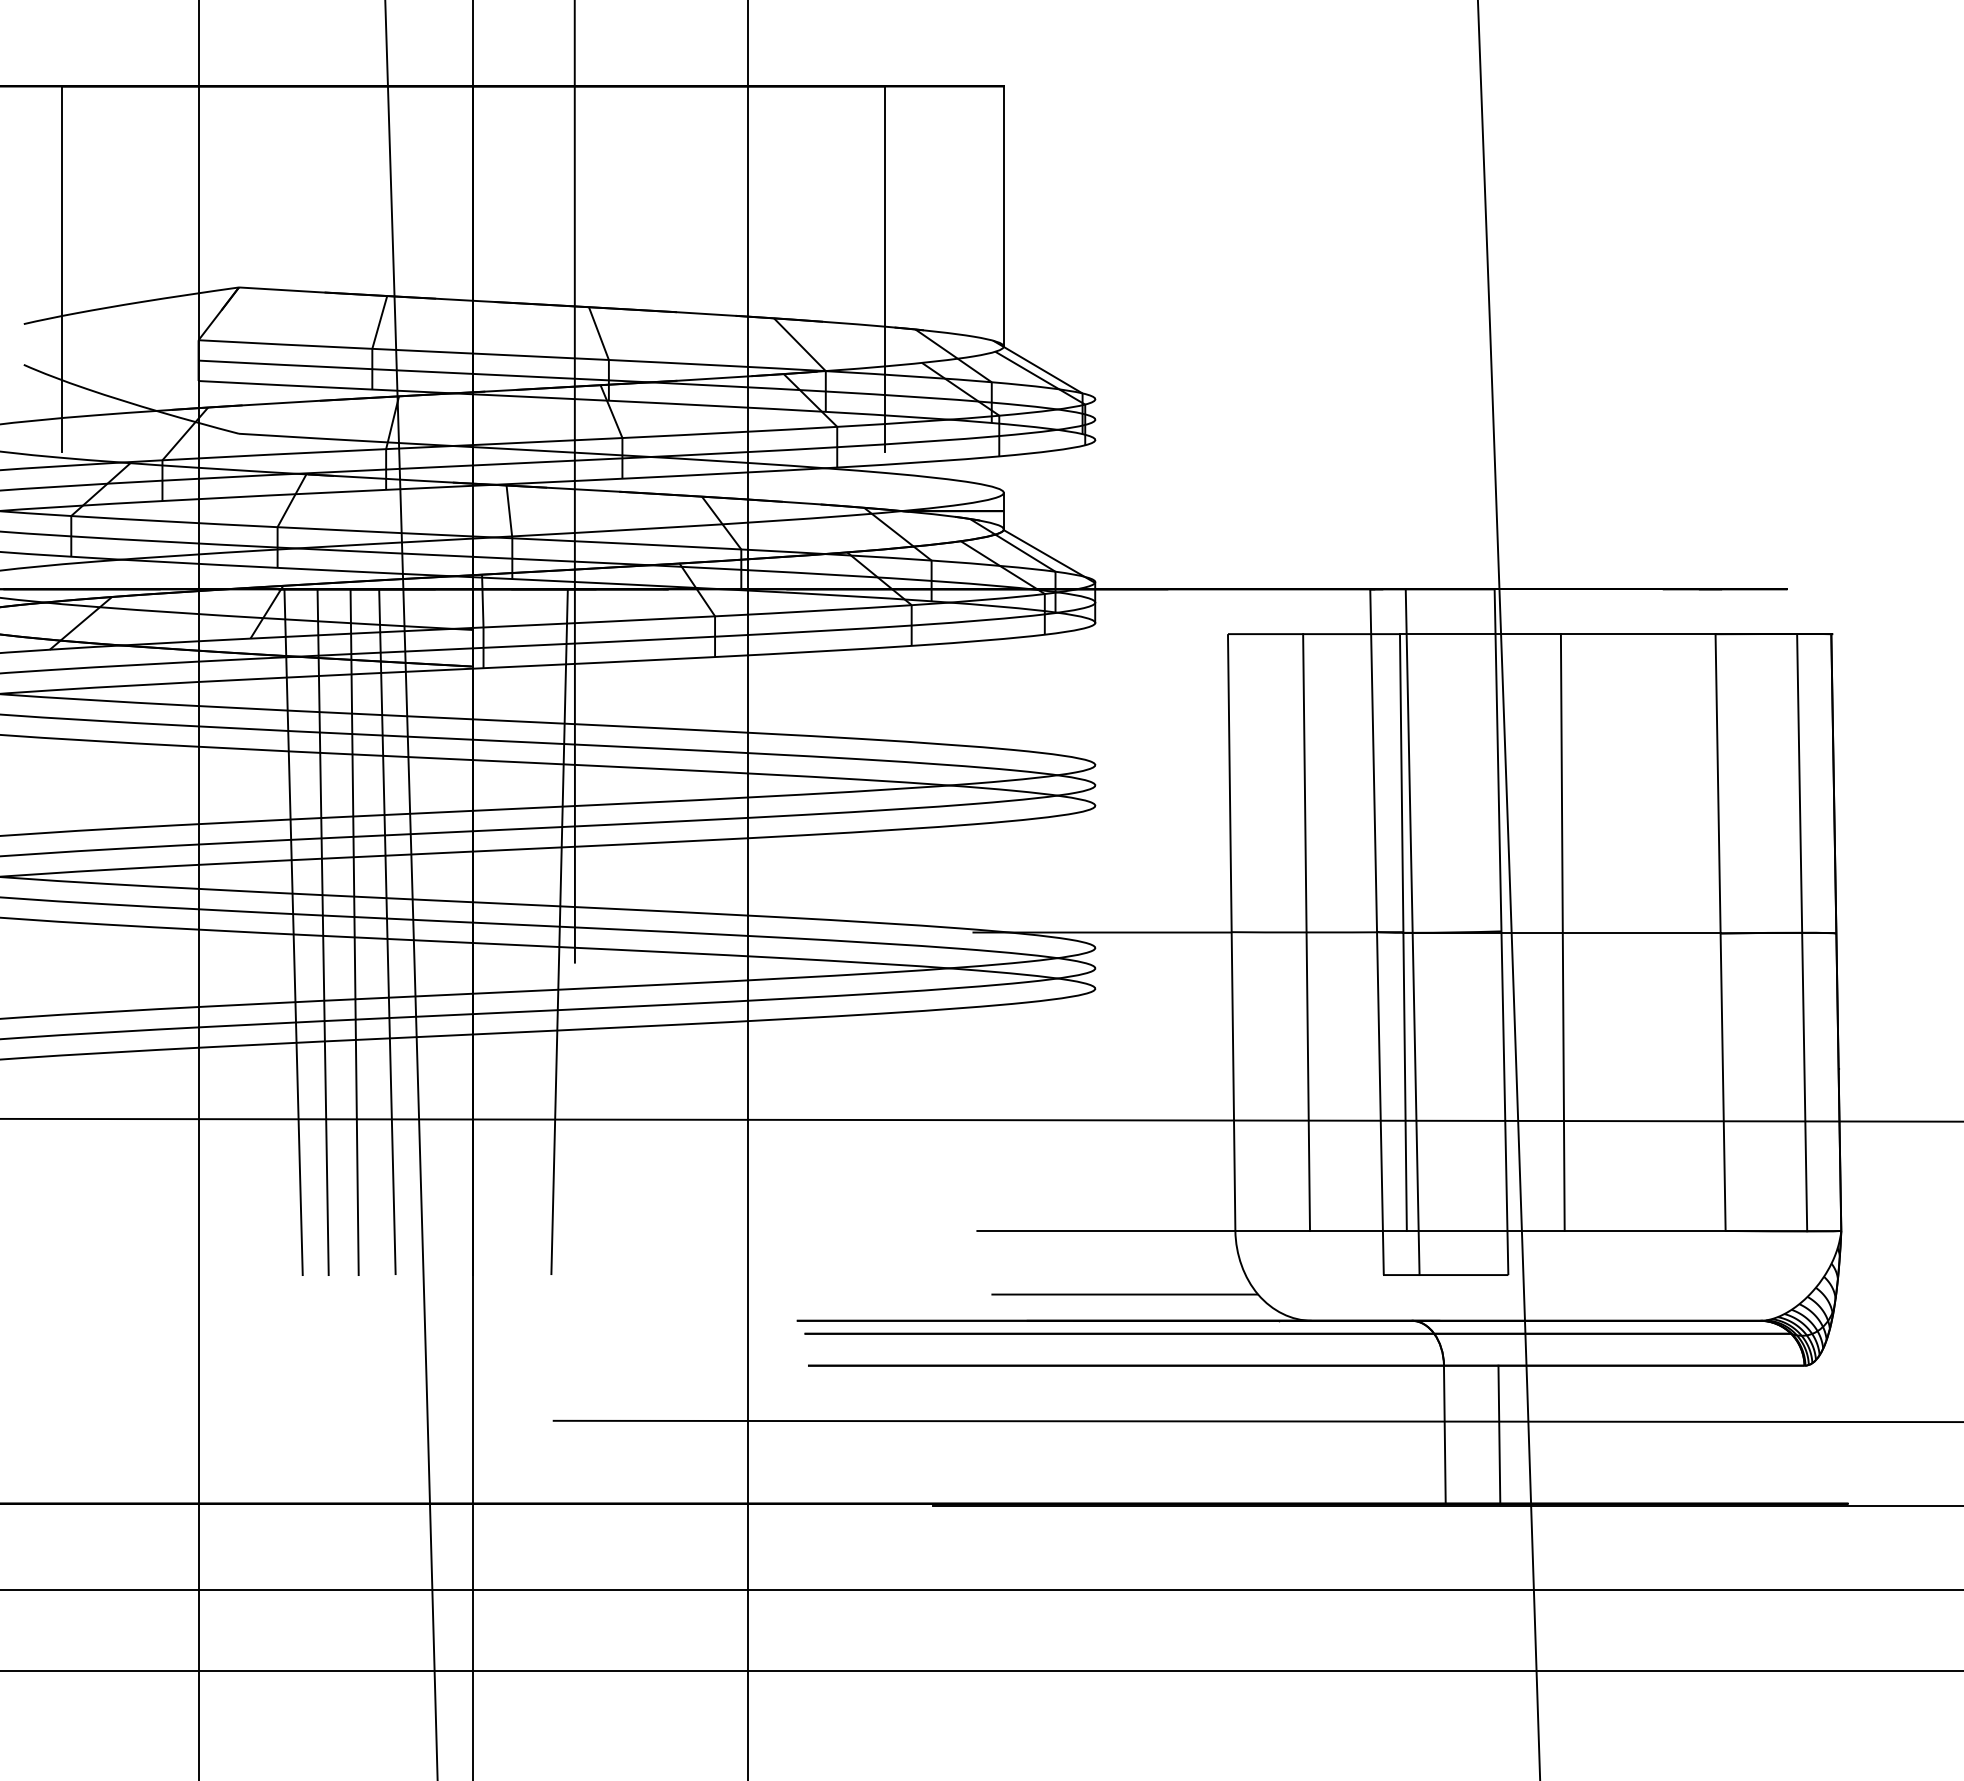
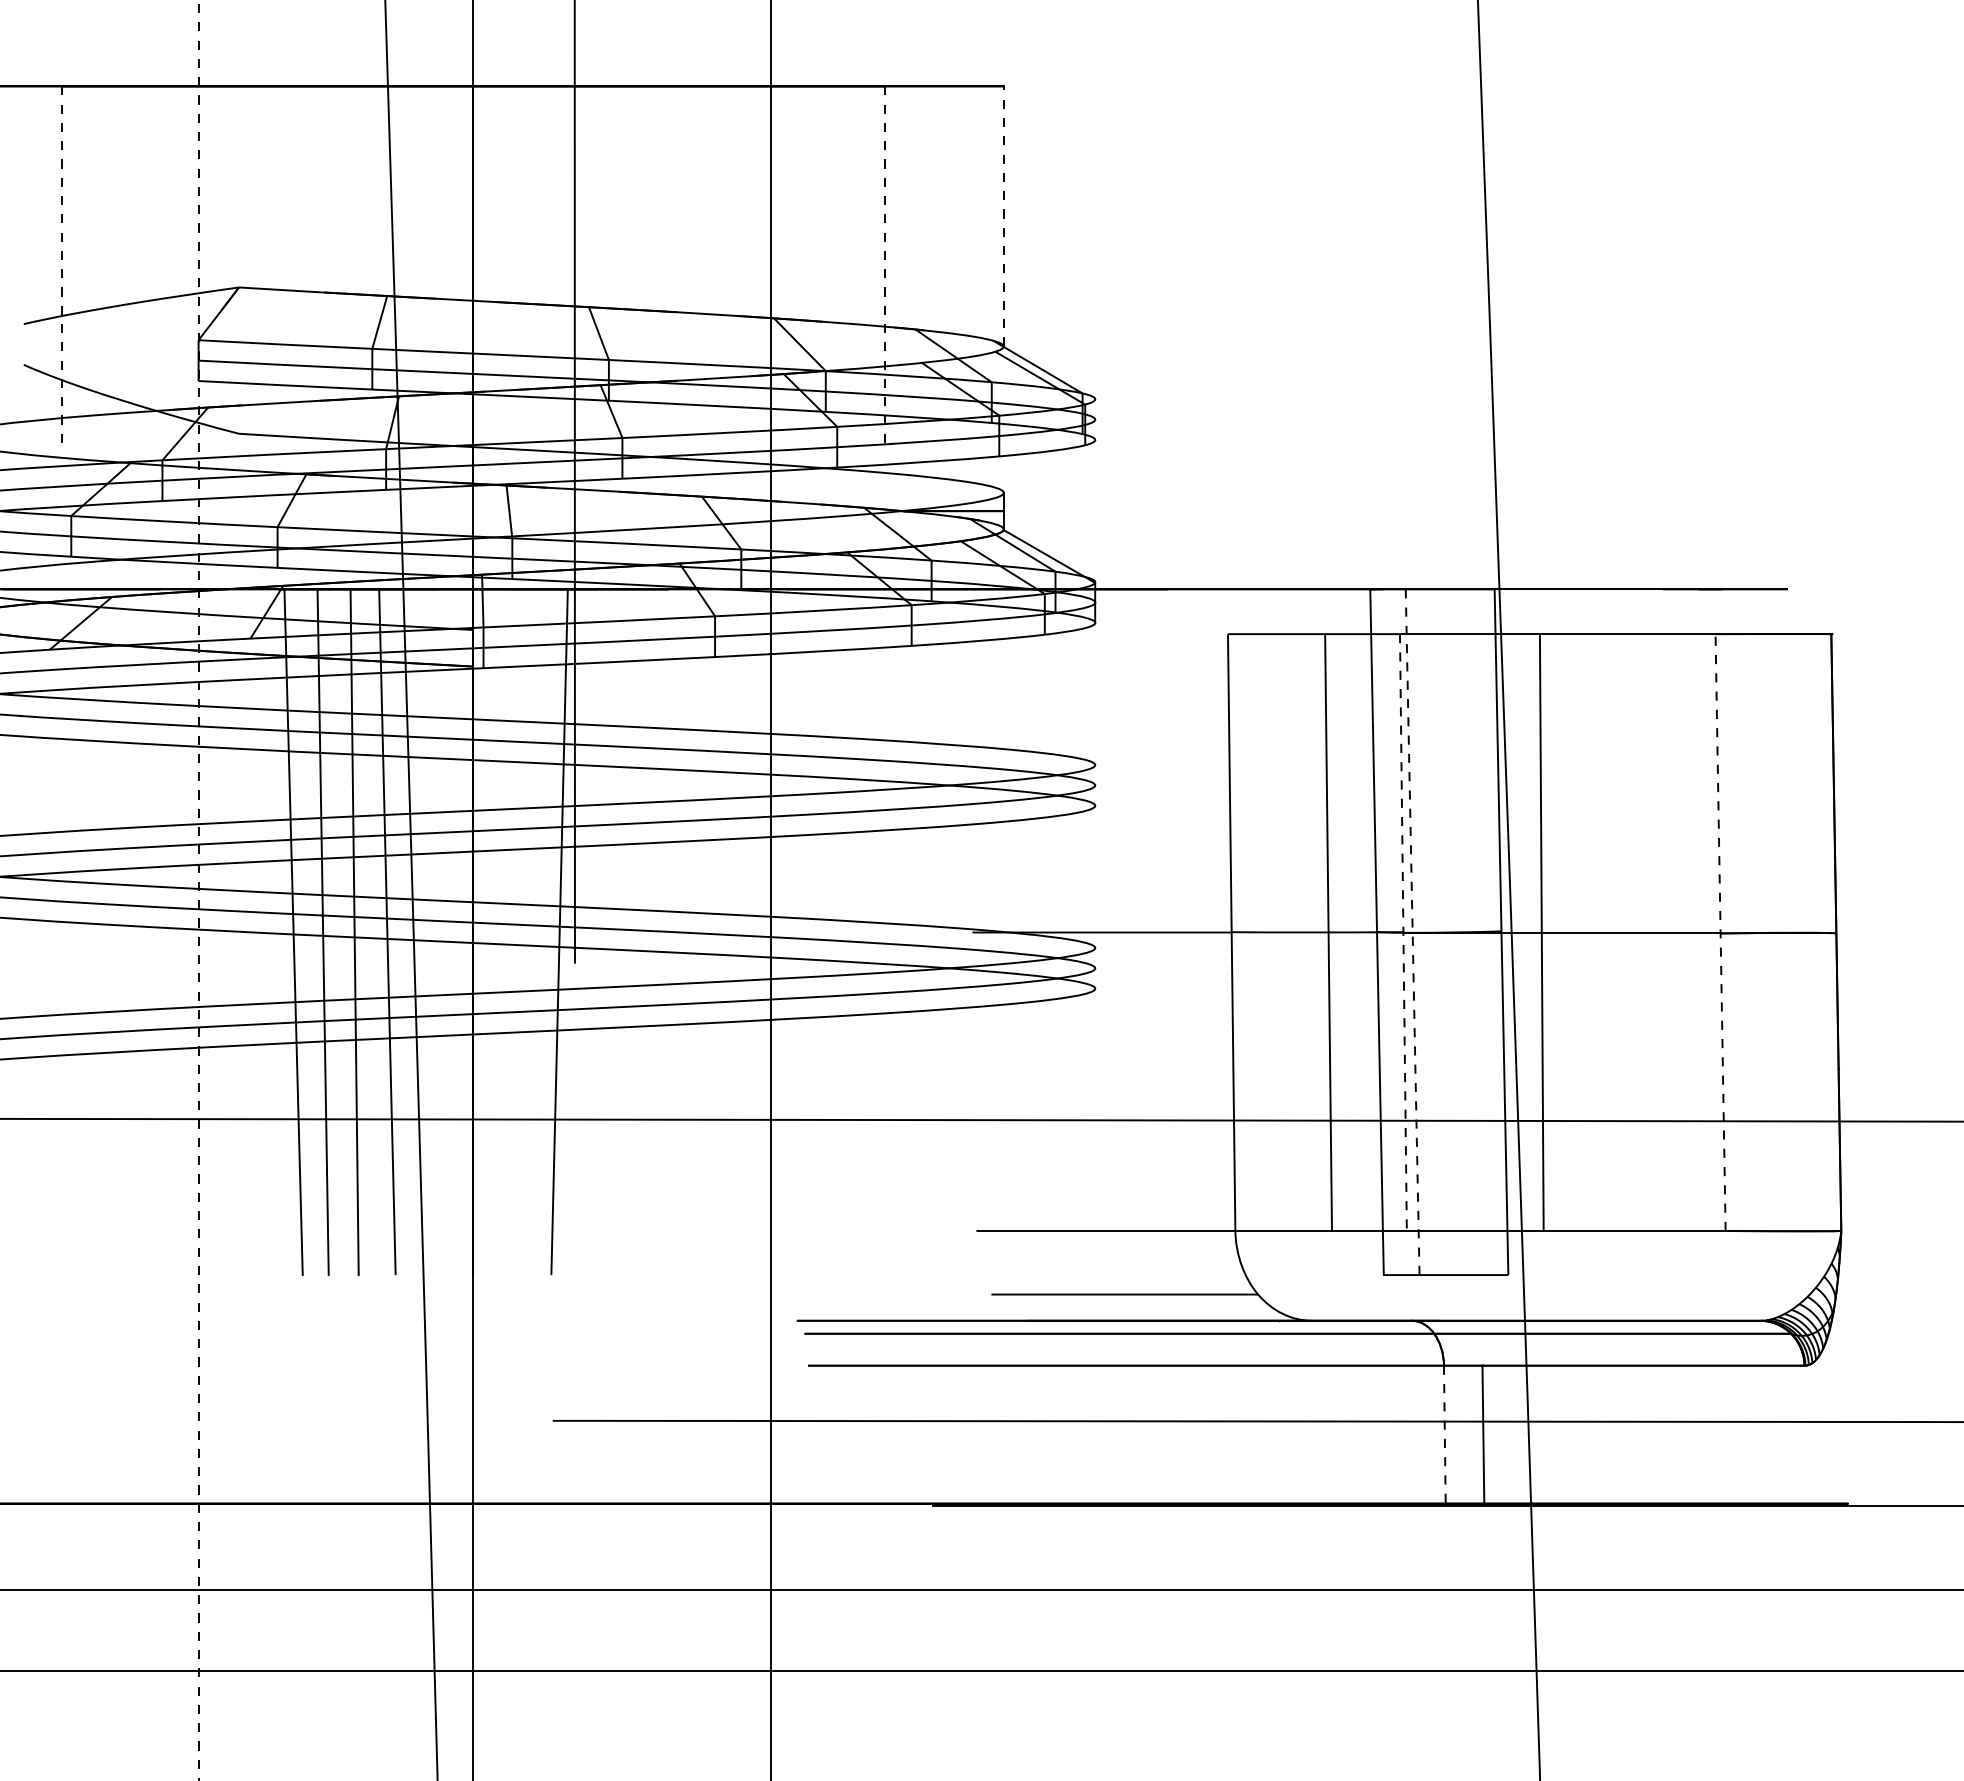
line at (1003, 215): solid -> dashed
line at (61, 269): solid -> dashed
line at (884, 269): solid -> dashed
line at (747, 889) position: (747, 889) -> (770, 889)
line at (199, 890): solid -> dashed
line at (1306, 932) position: (1306, 932) -> (1328, 932)
line at (1412, 932): solid -> dashed
line at (1562, 932) position: (1562, 932) -> (1541, 932)
line at (1720, 932): solid -> dashed
line at (1802, 932): present -> none
line at (1403, 933): solid -> dashed
line at (1499, 1434) position: (1499, 1434) -> (1483, 1434)
line at (1444, 1435): solid -> dashed
